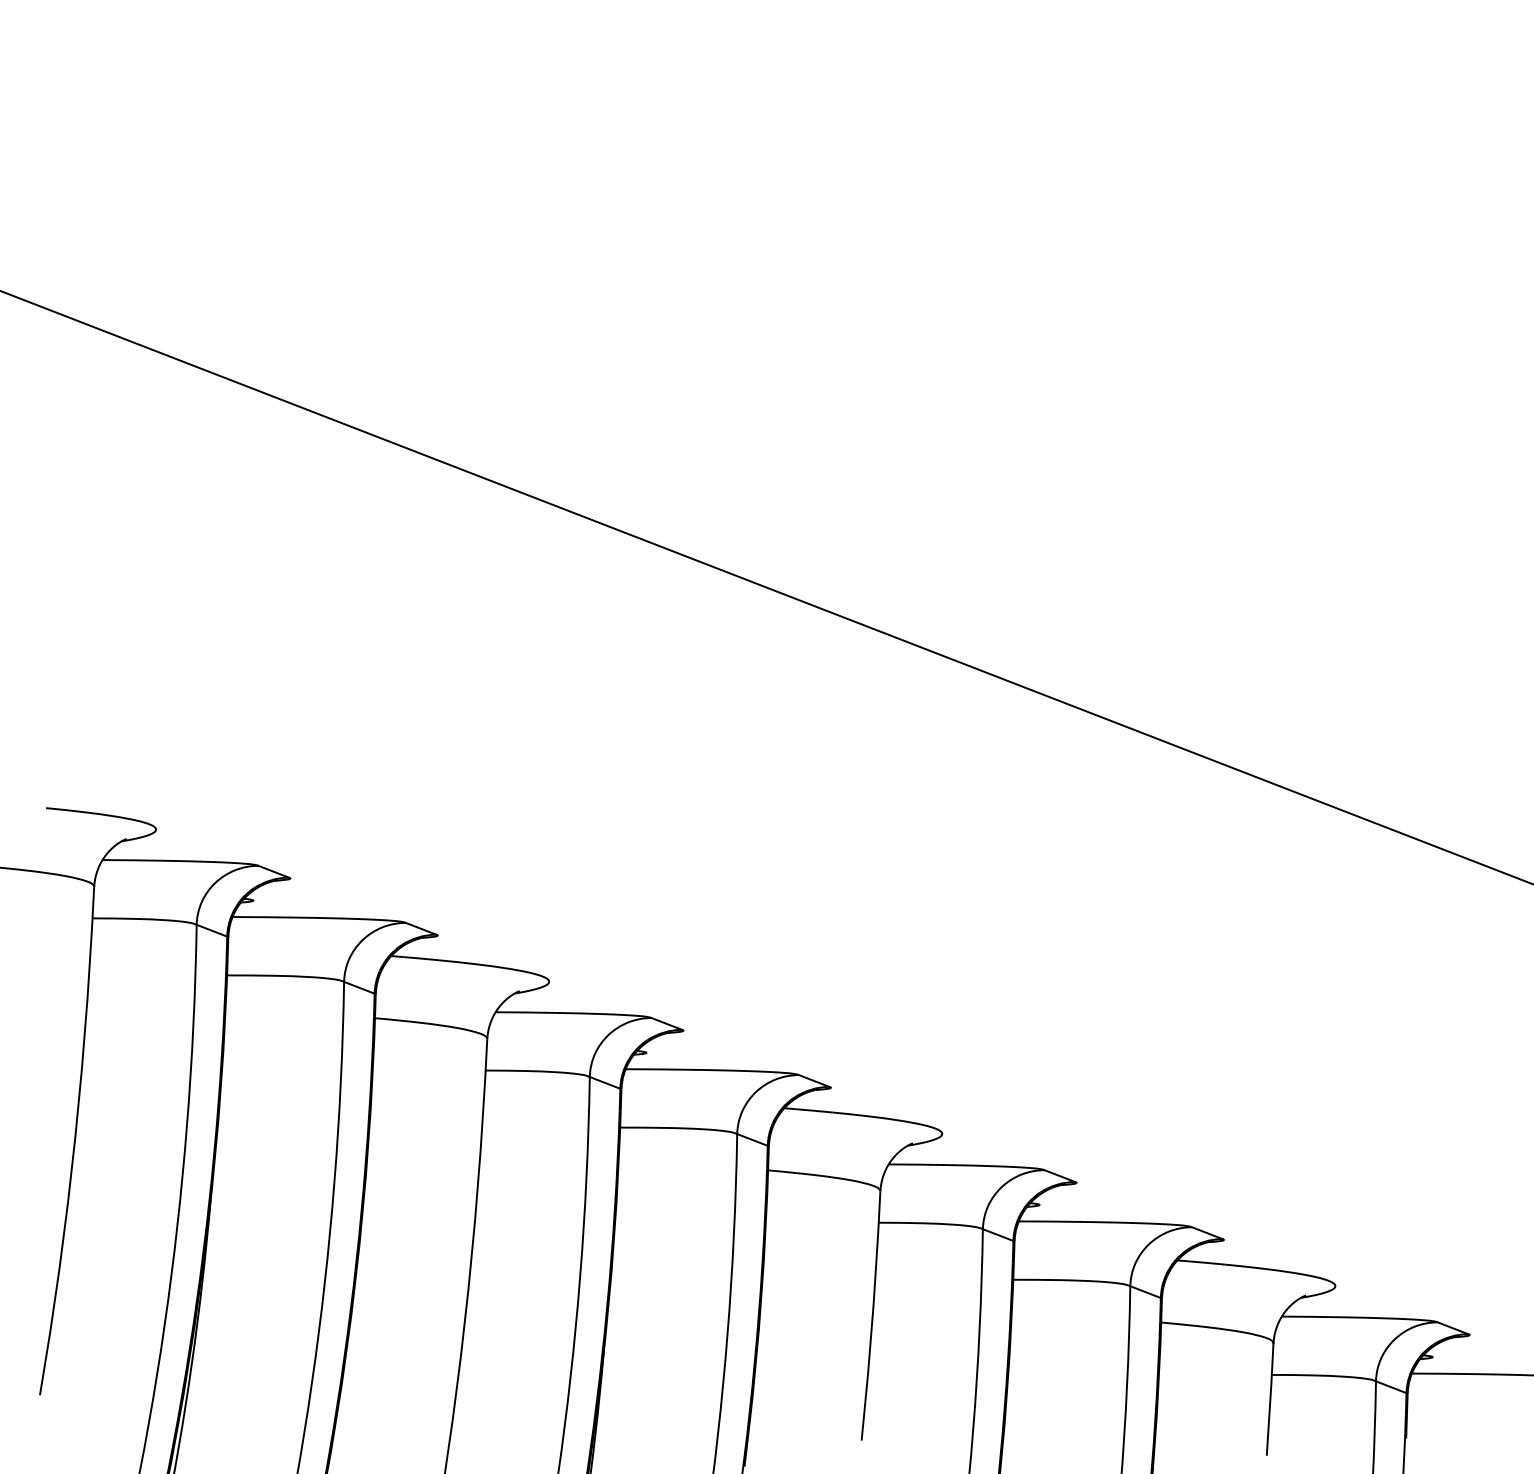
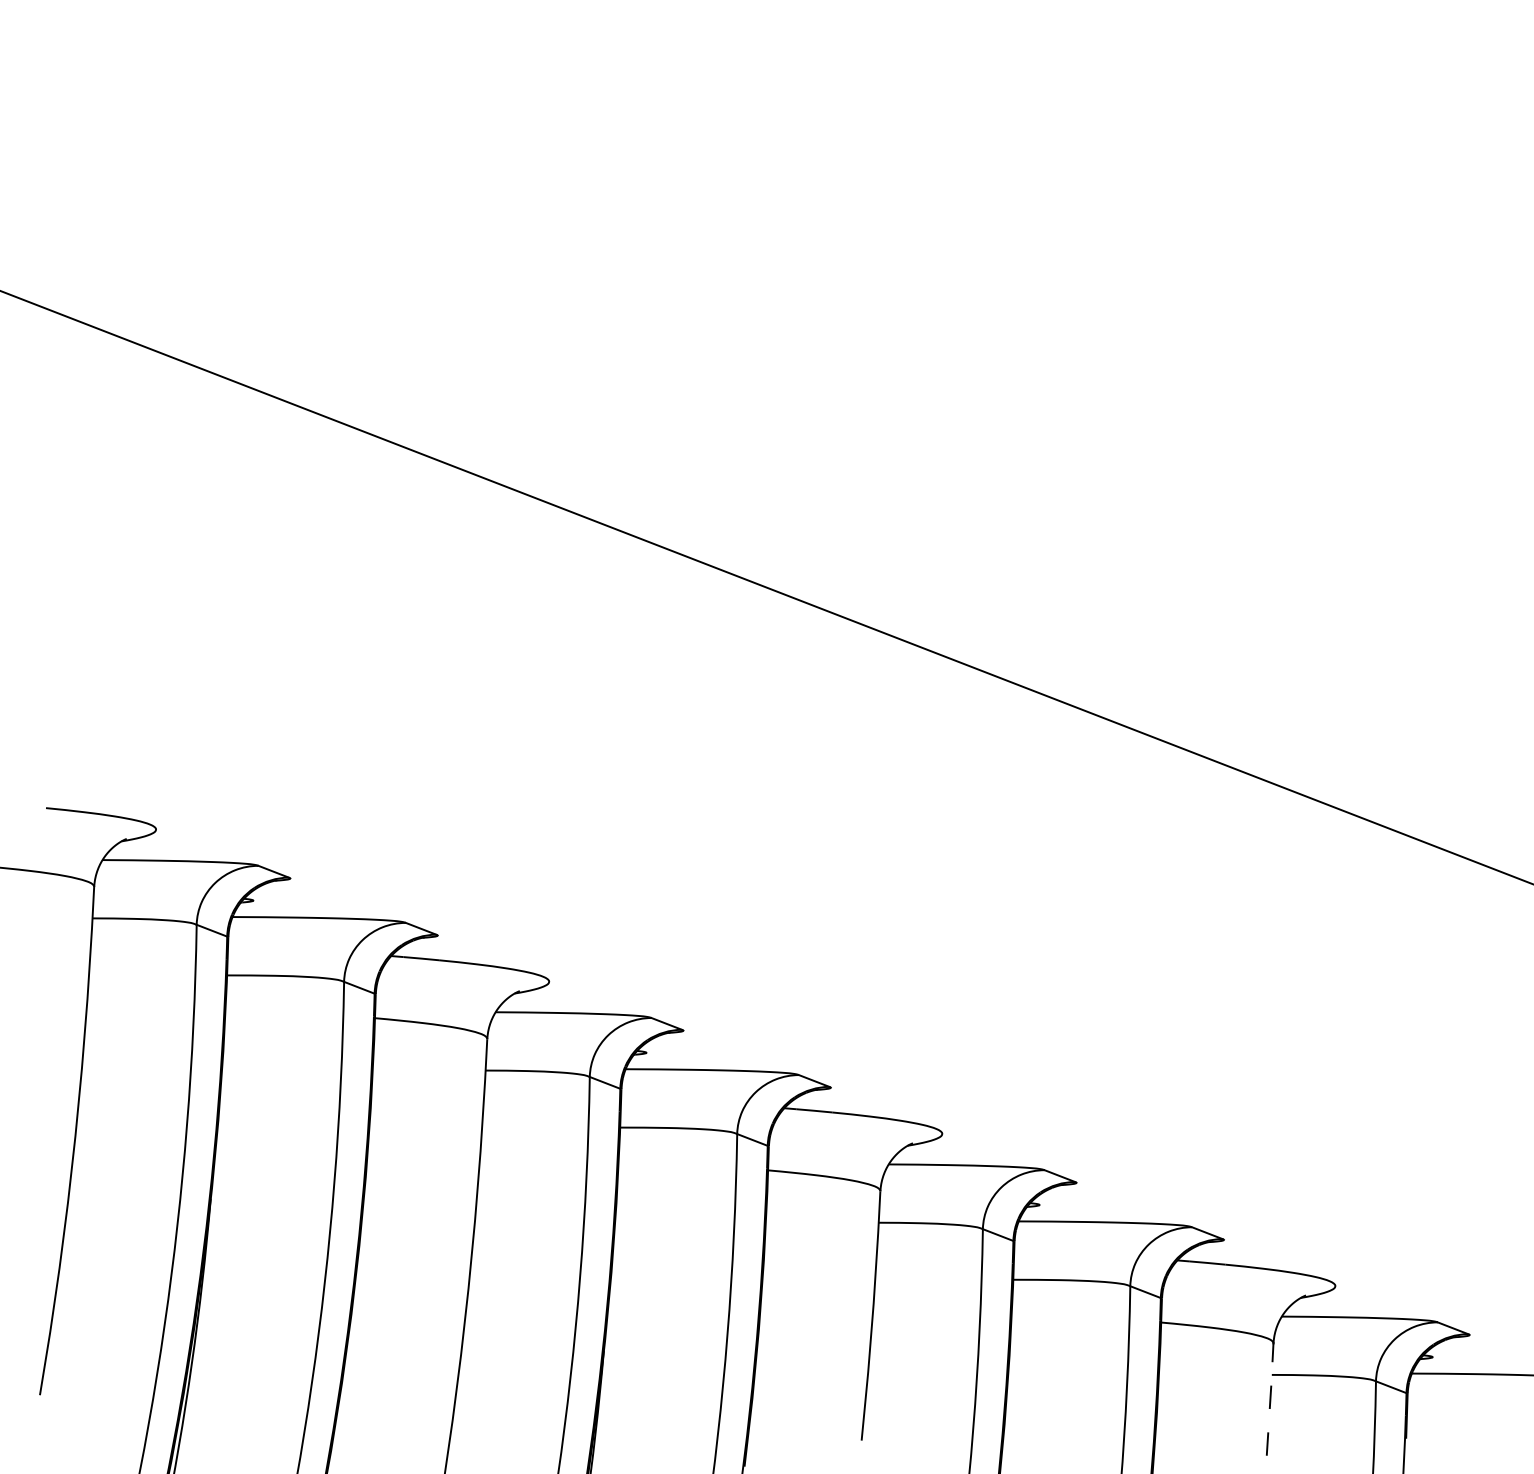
line at (1270, 1399): solid -> dashed
